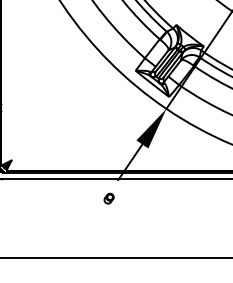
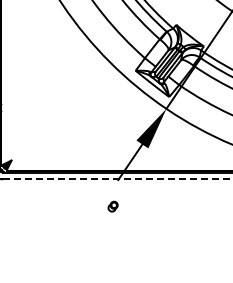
line at (117, 179): solid -> dashed
part at (108, 198) position: (108, 198) -> (112, 206)
line at (115, 258): present -> none
